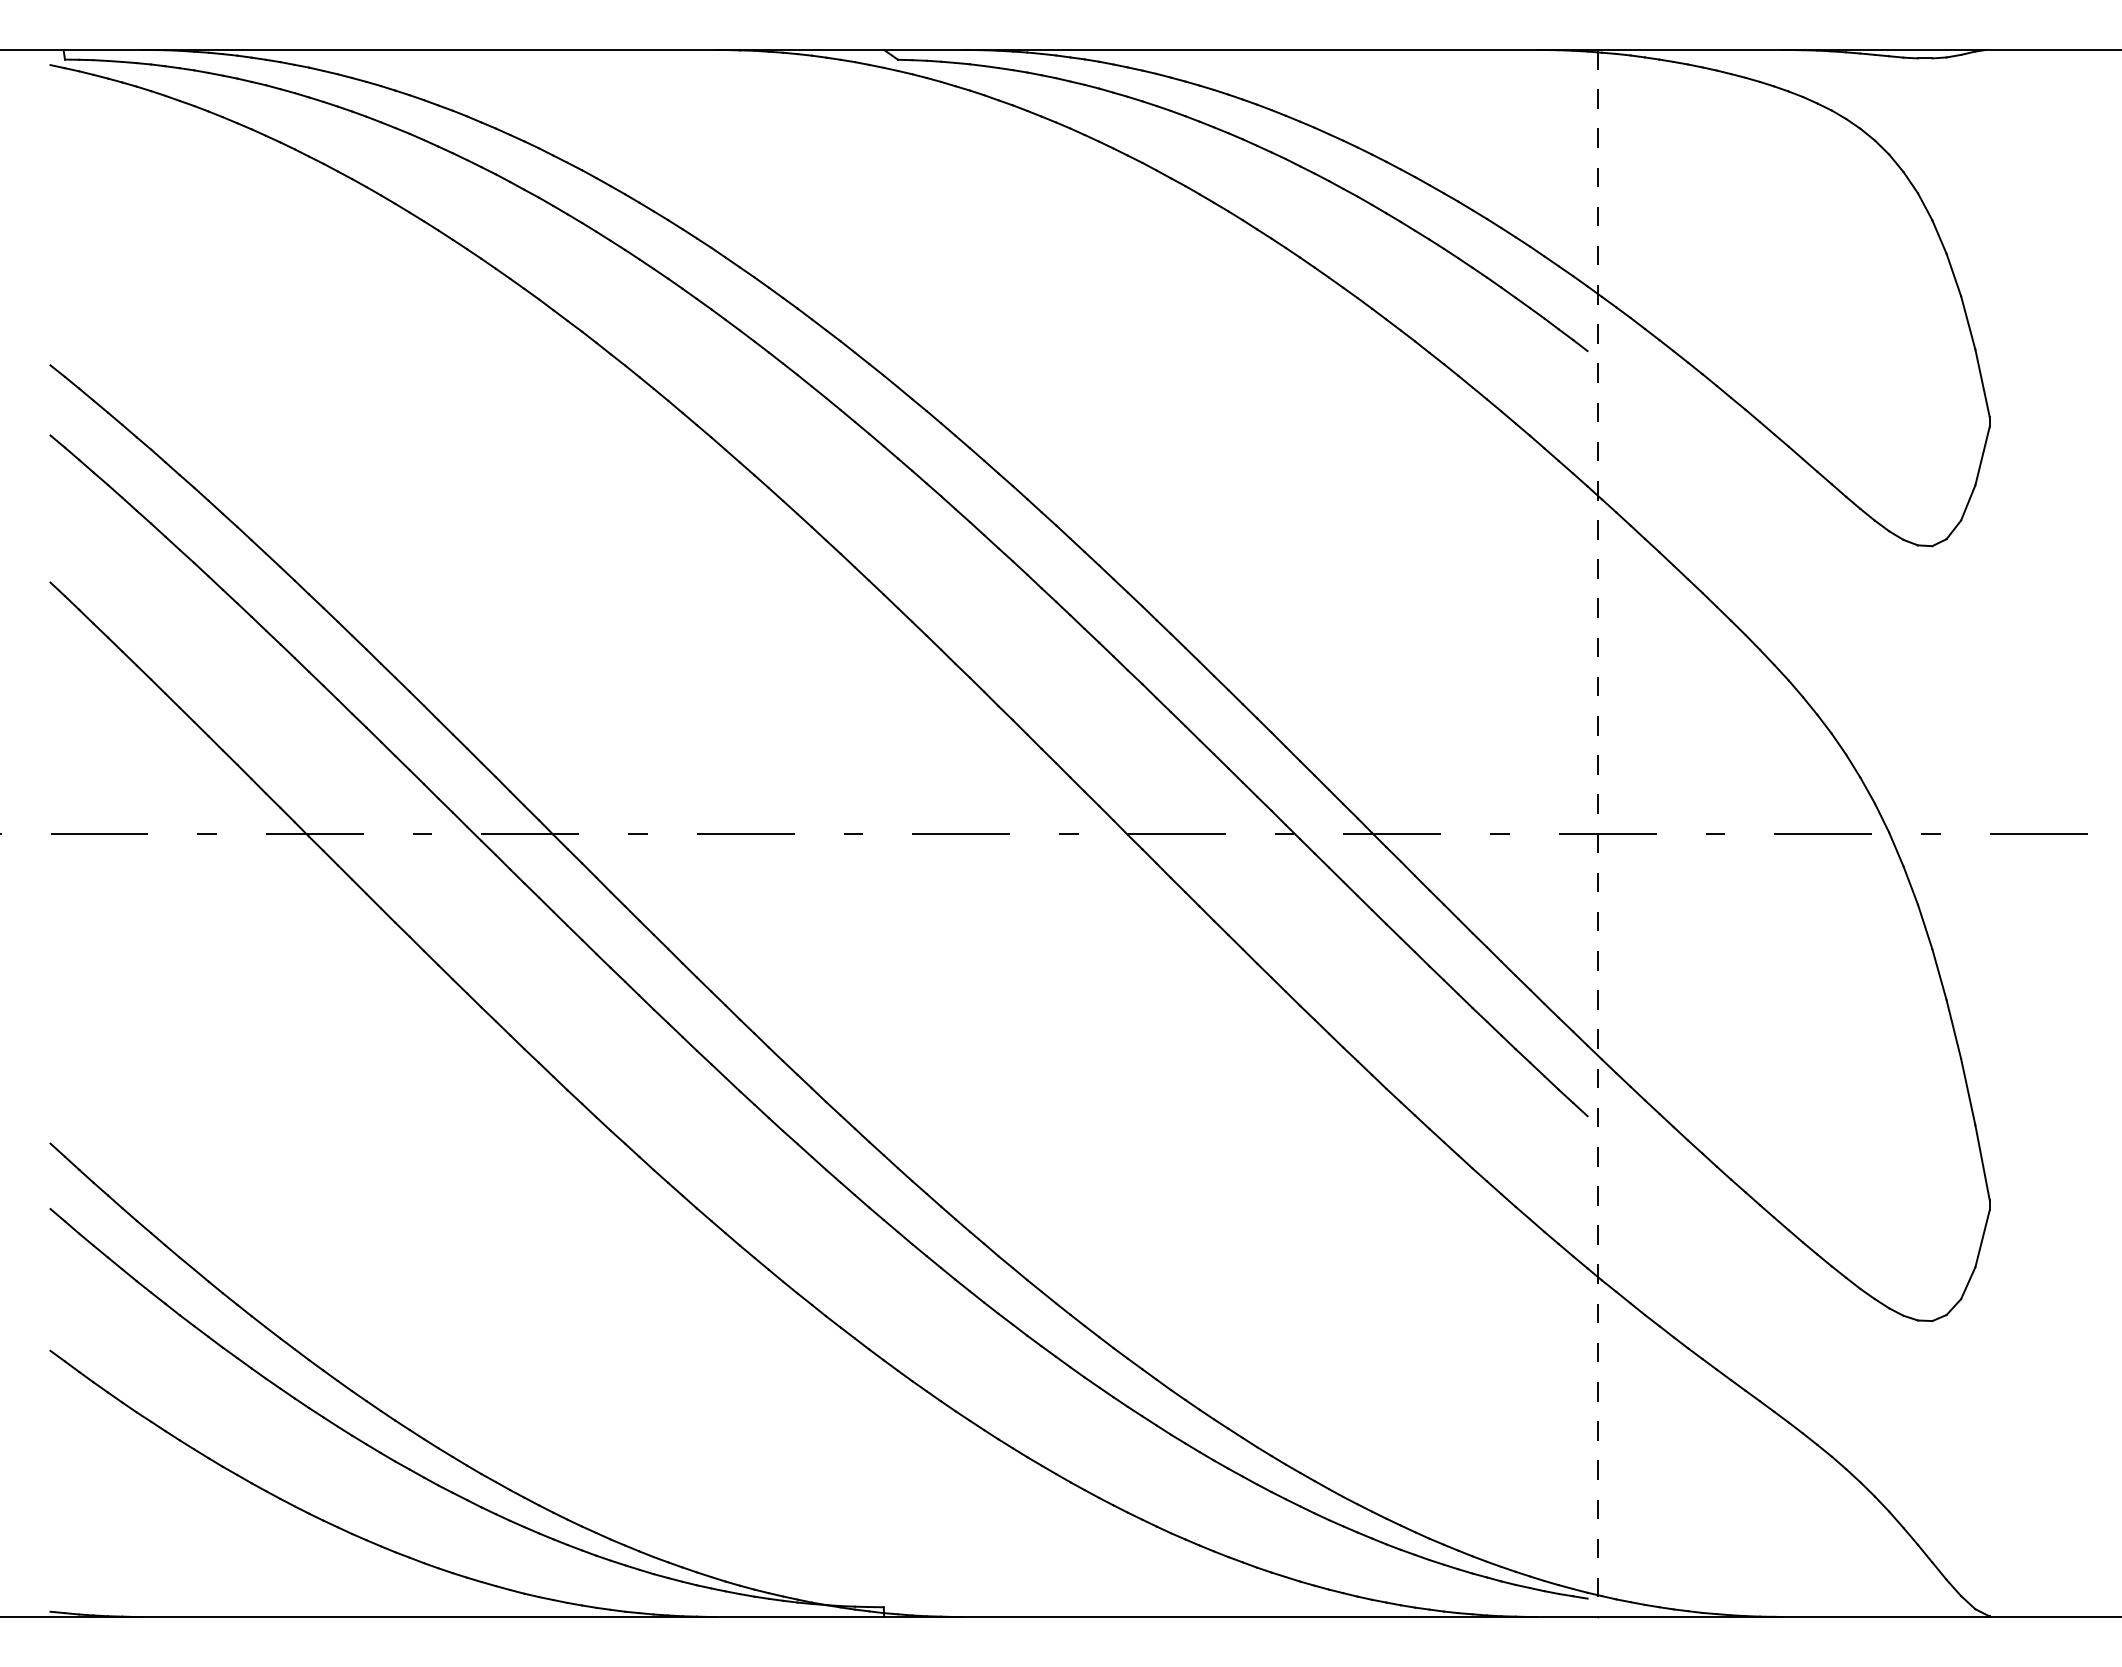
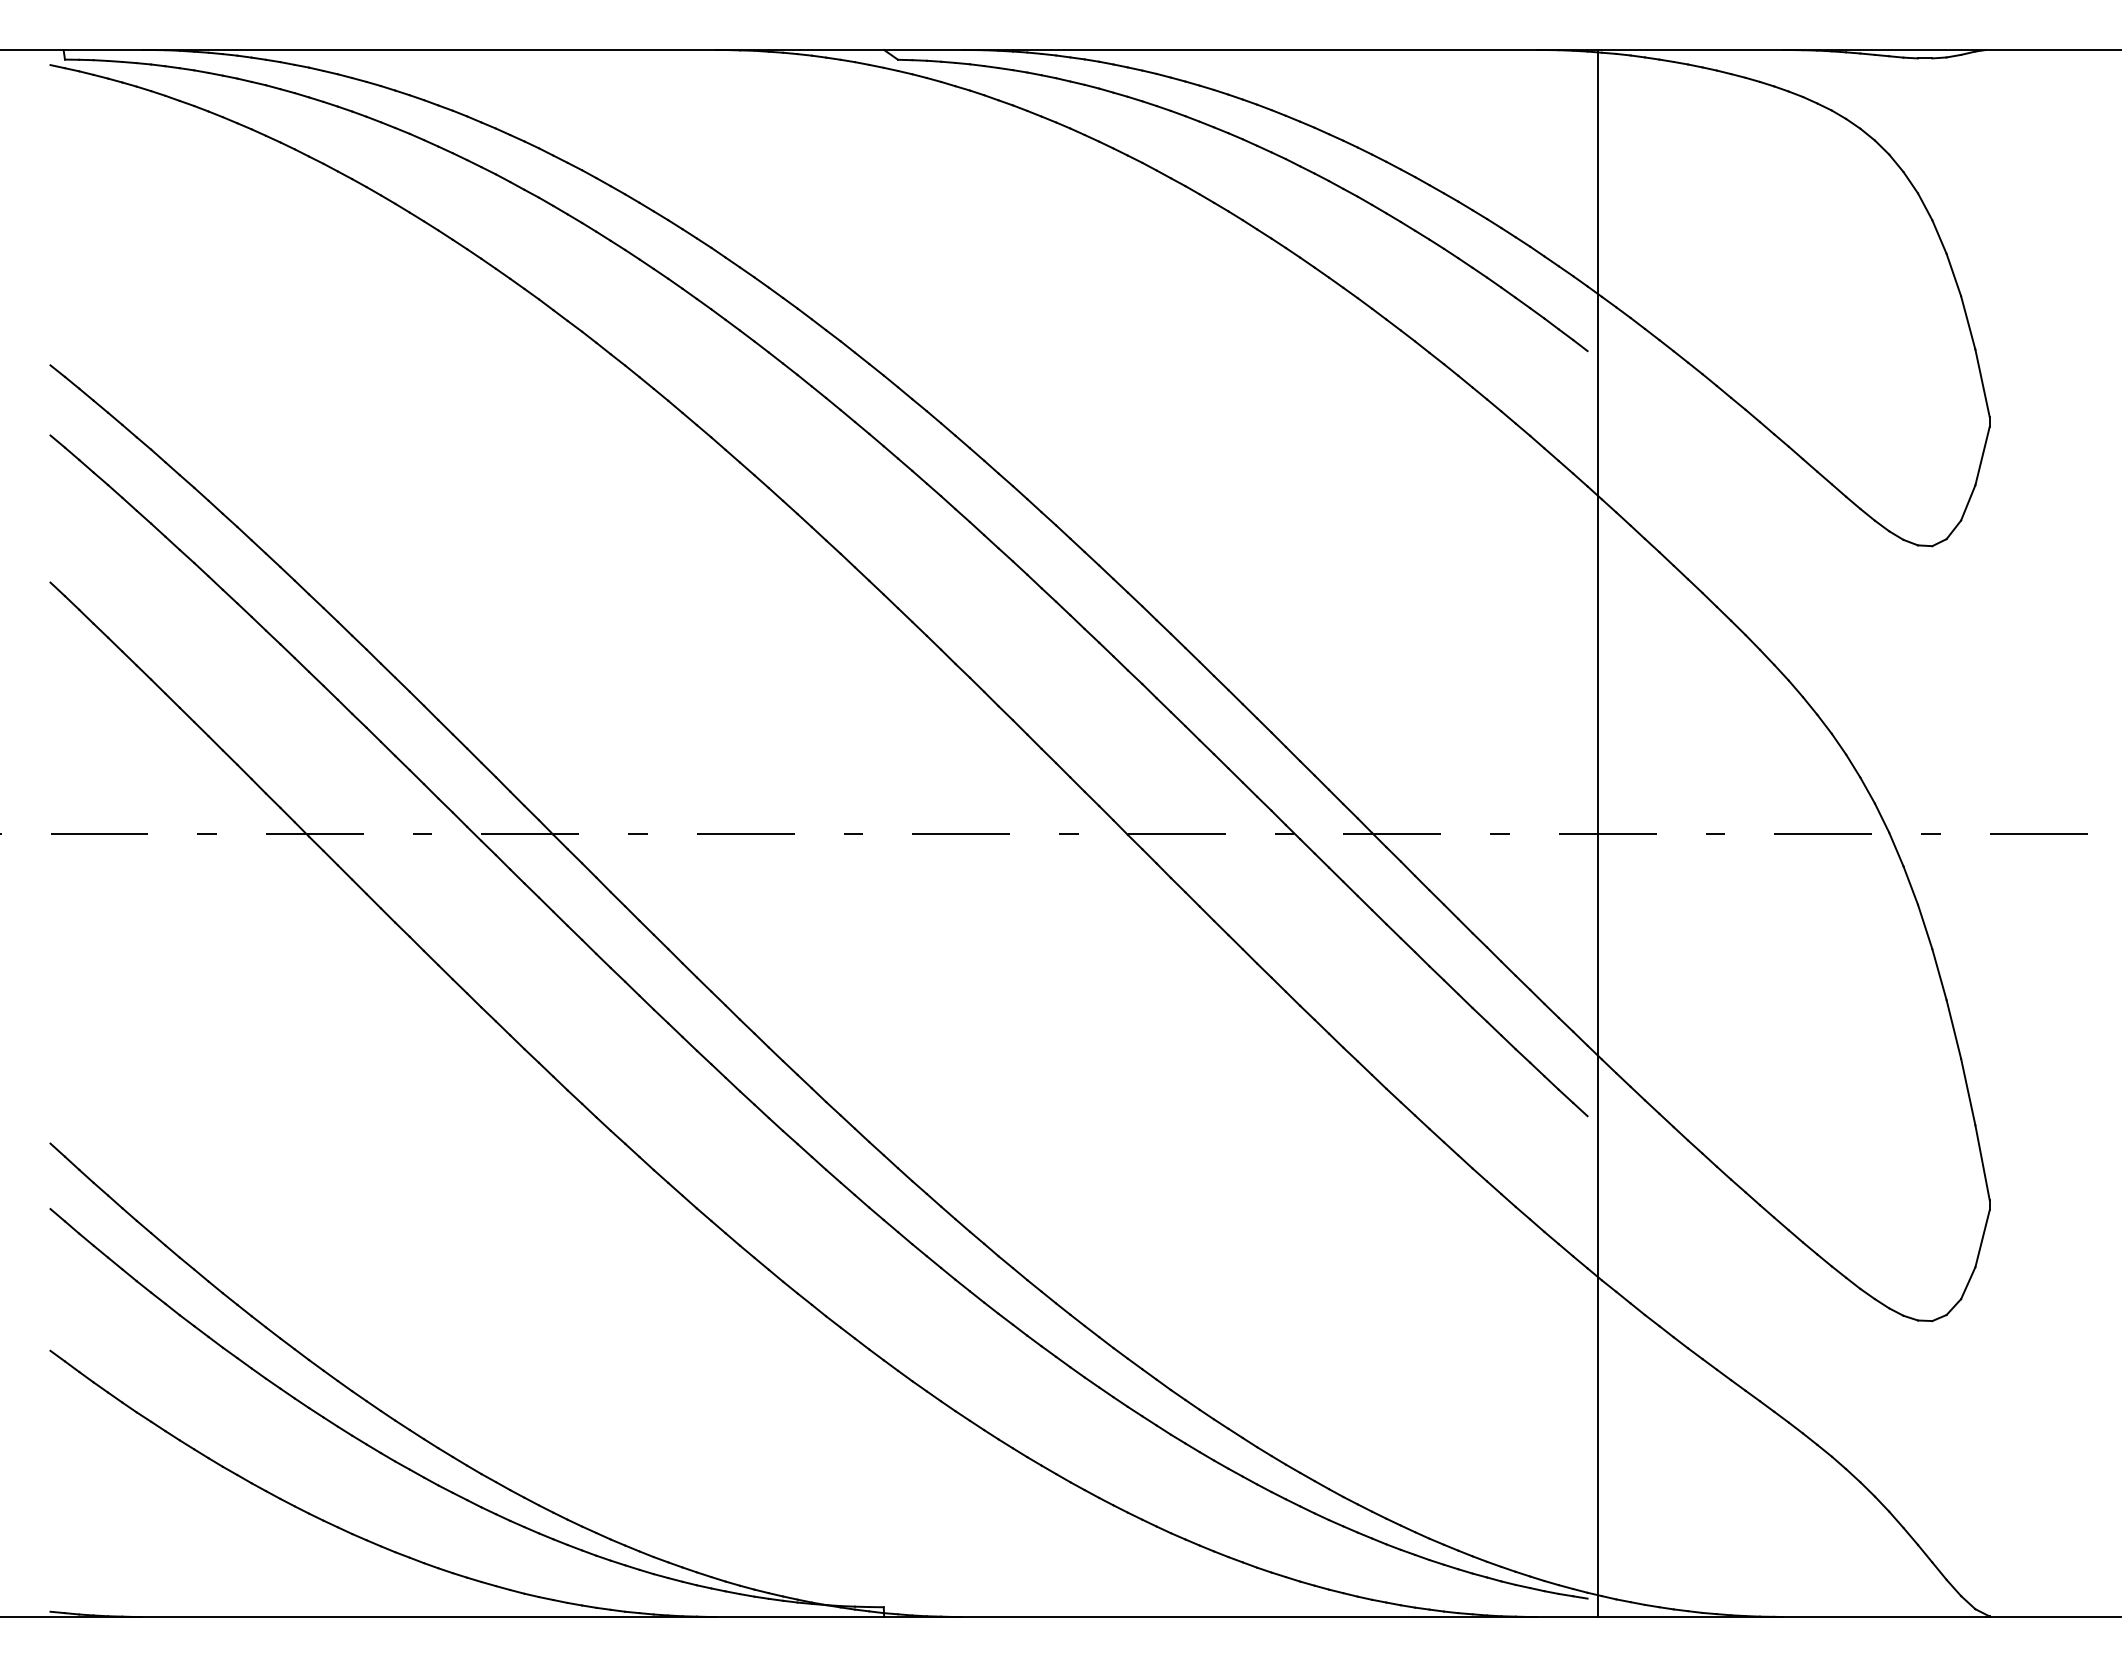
line at (1597, 833): dashed -> solid
